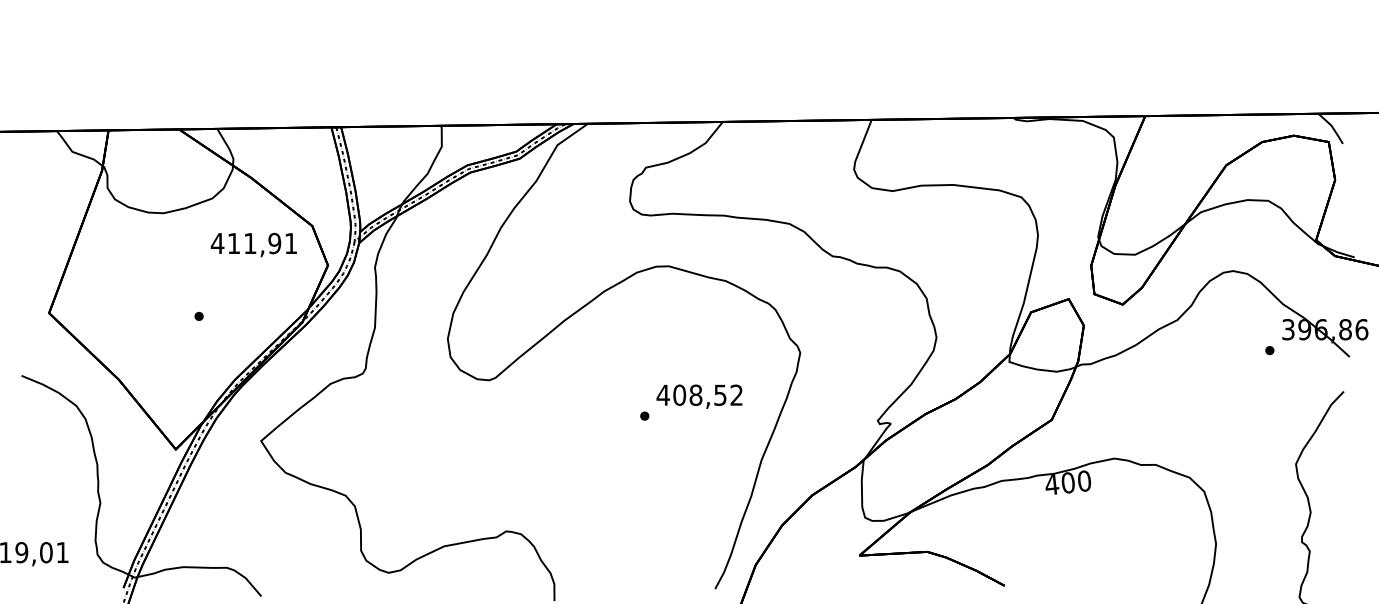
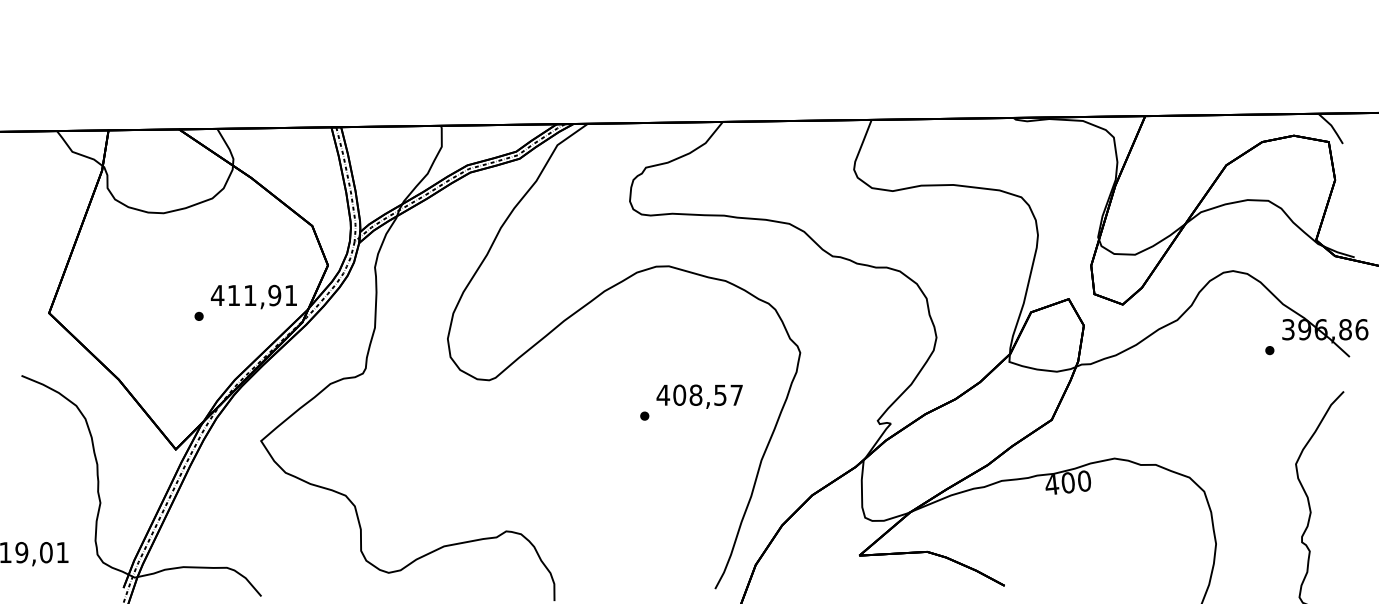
text at (253, 244) position: (253, 244) -> (253, 296)
text at (736, 394): 408,52 -> 408,57
